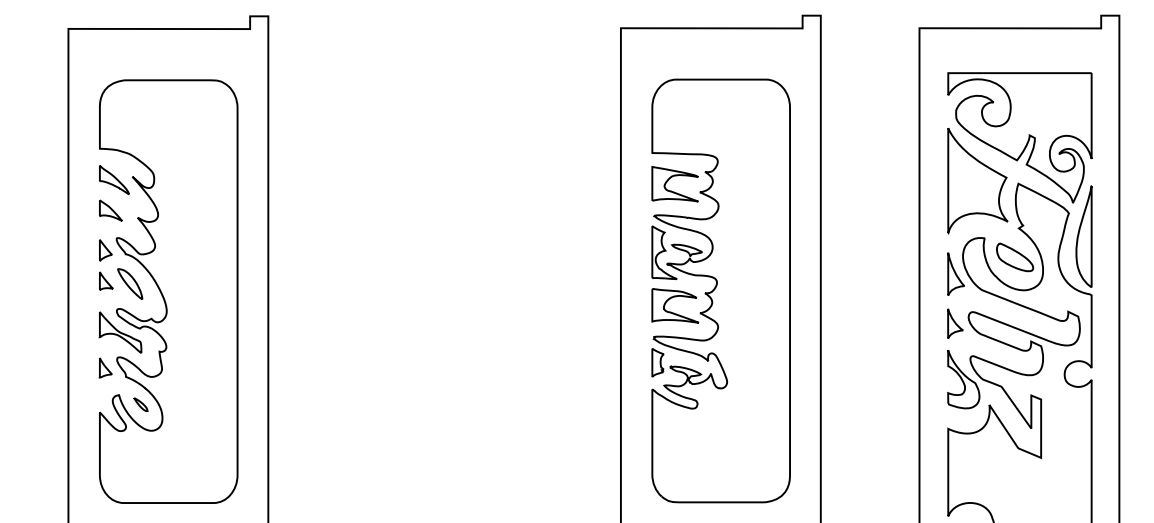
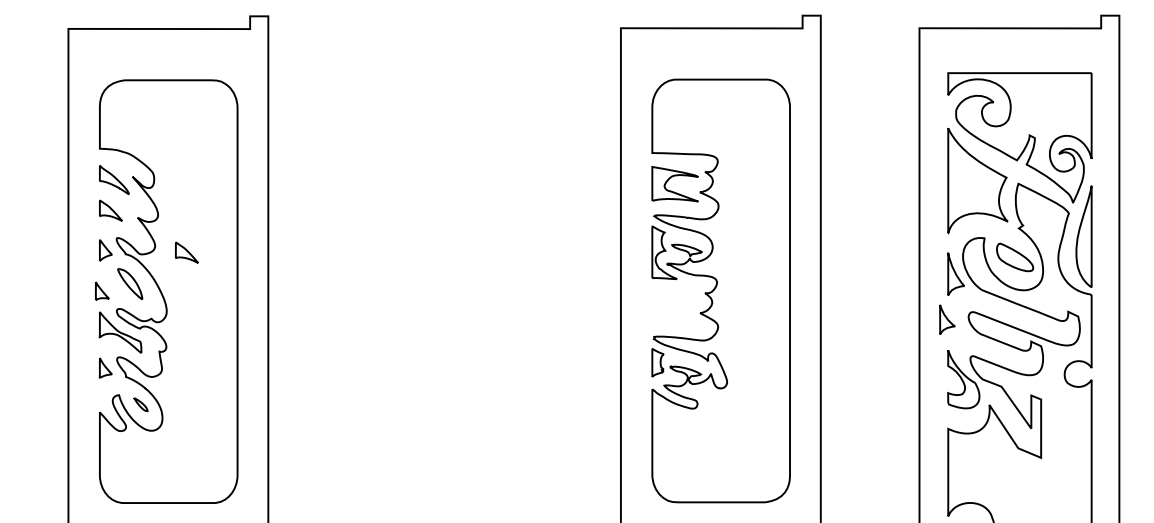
part at (186, 252): none -> present
part at (106, 280) position: (106, 280) -> (102, 290)
part at (671, 311): present -> none
part at (955, 323) position: (955, 323) -> (947, 319)
